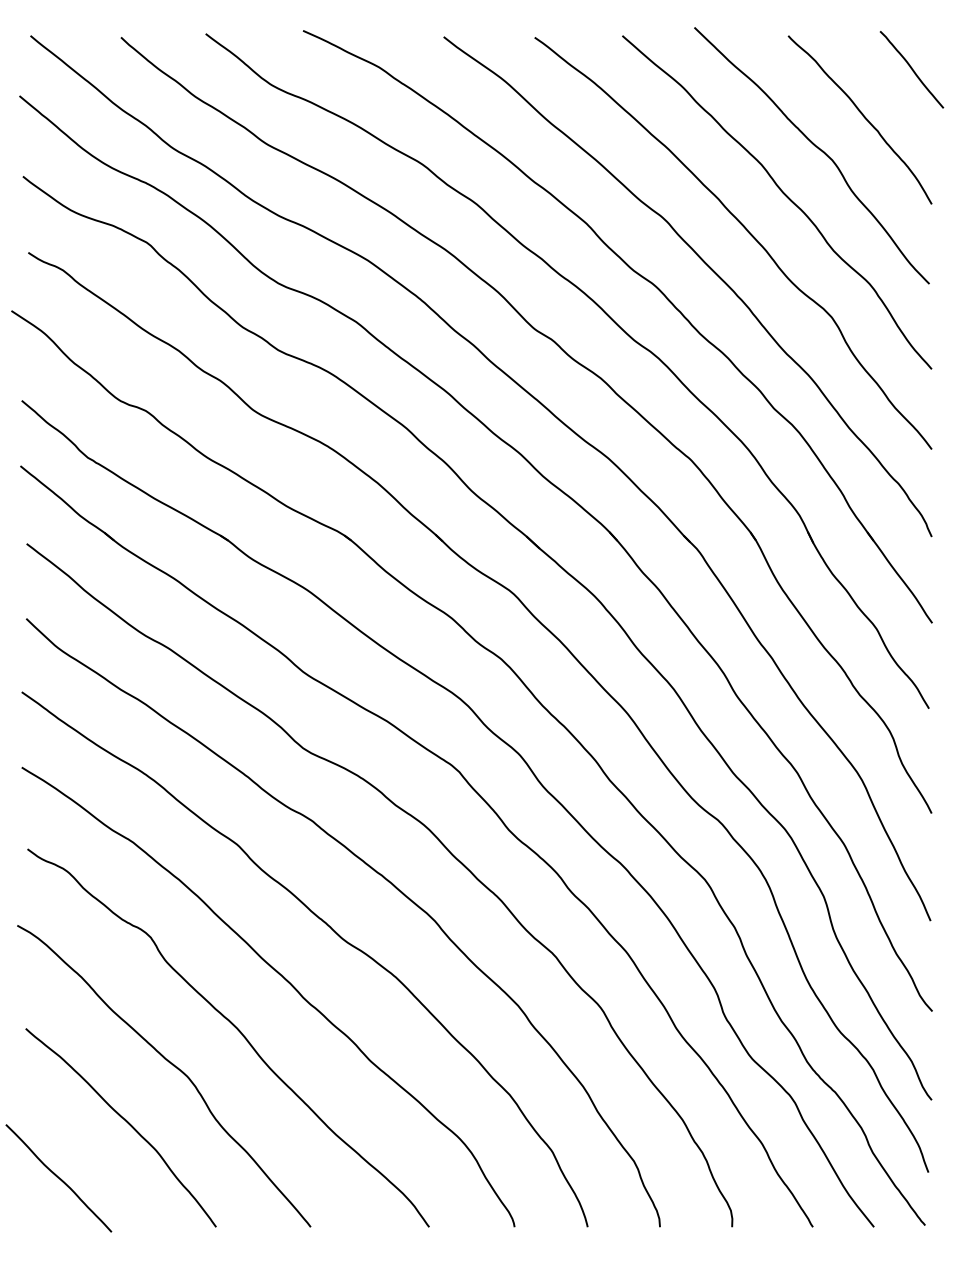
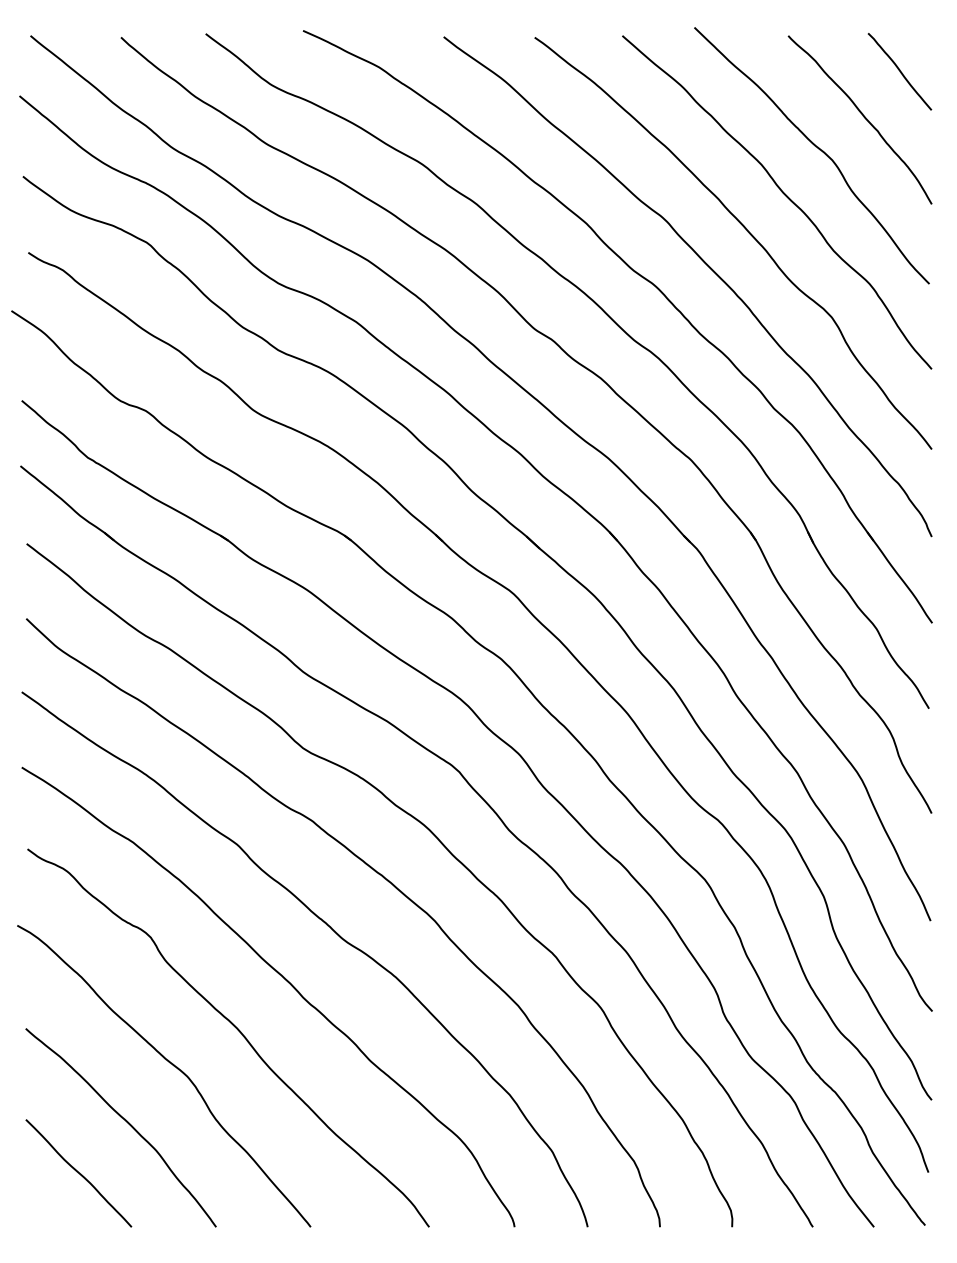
curve at (911, 69) position: (911, 69) -> (899, 71)
curve at (58, 1178) position: (58, 1178) -> (78, 1173)
